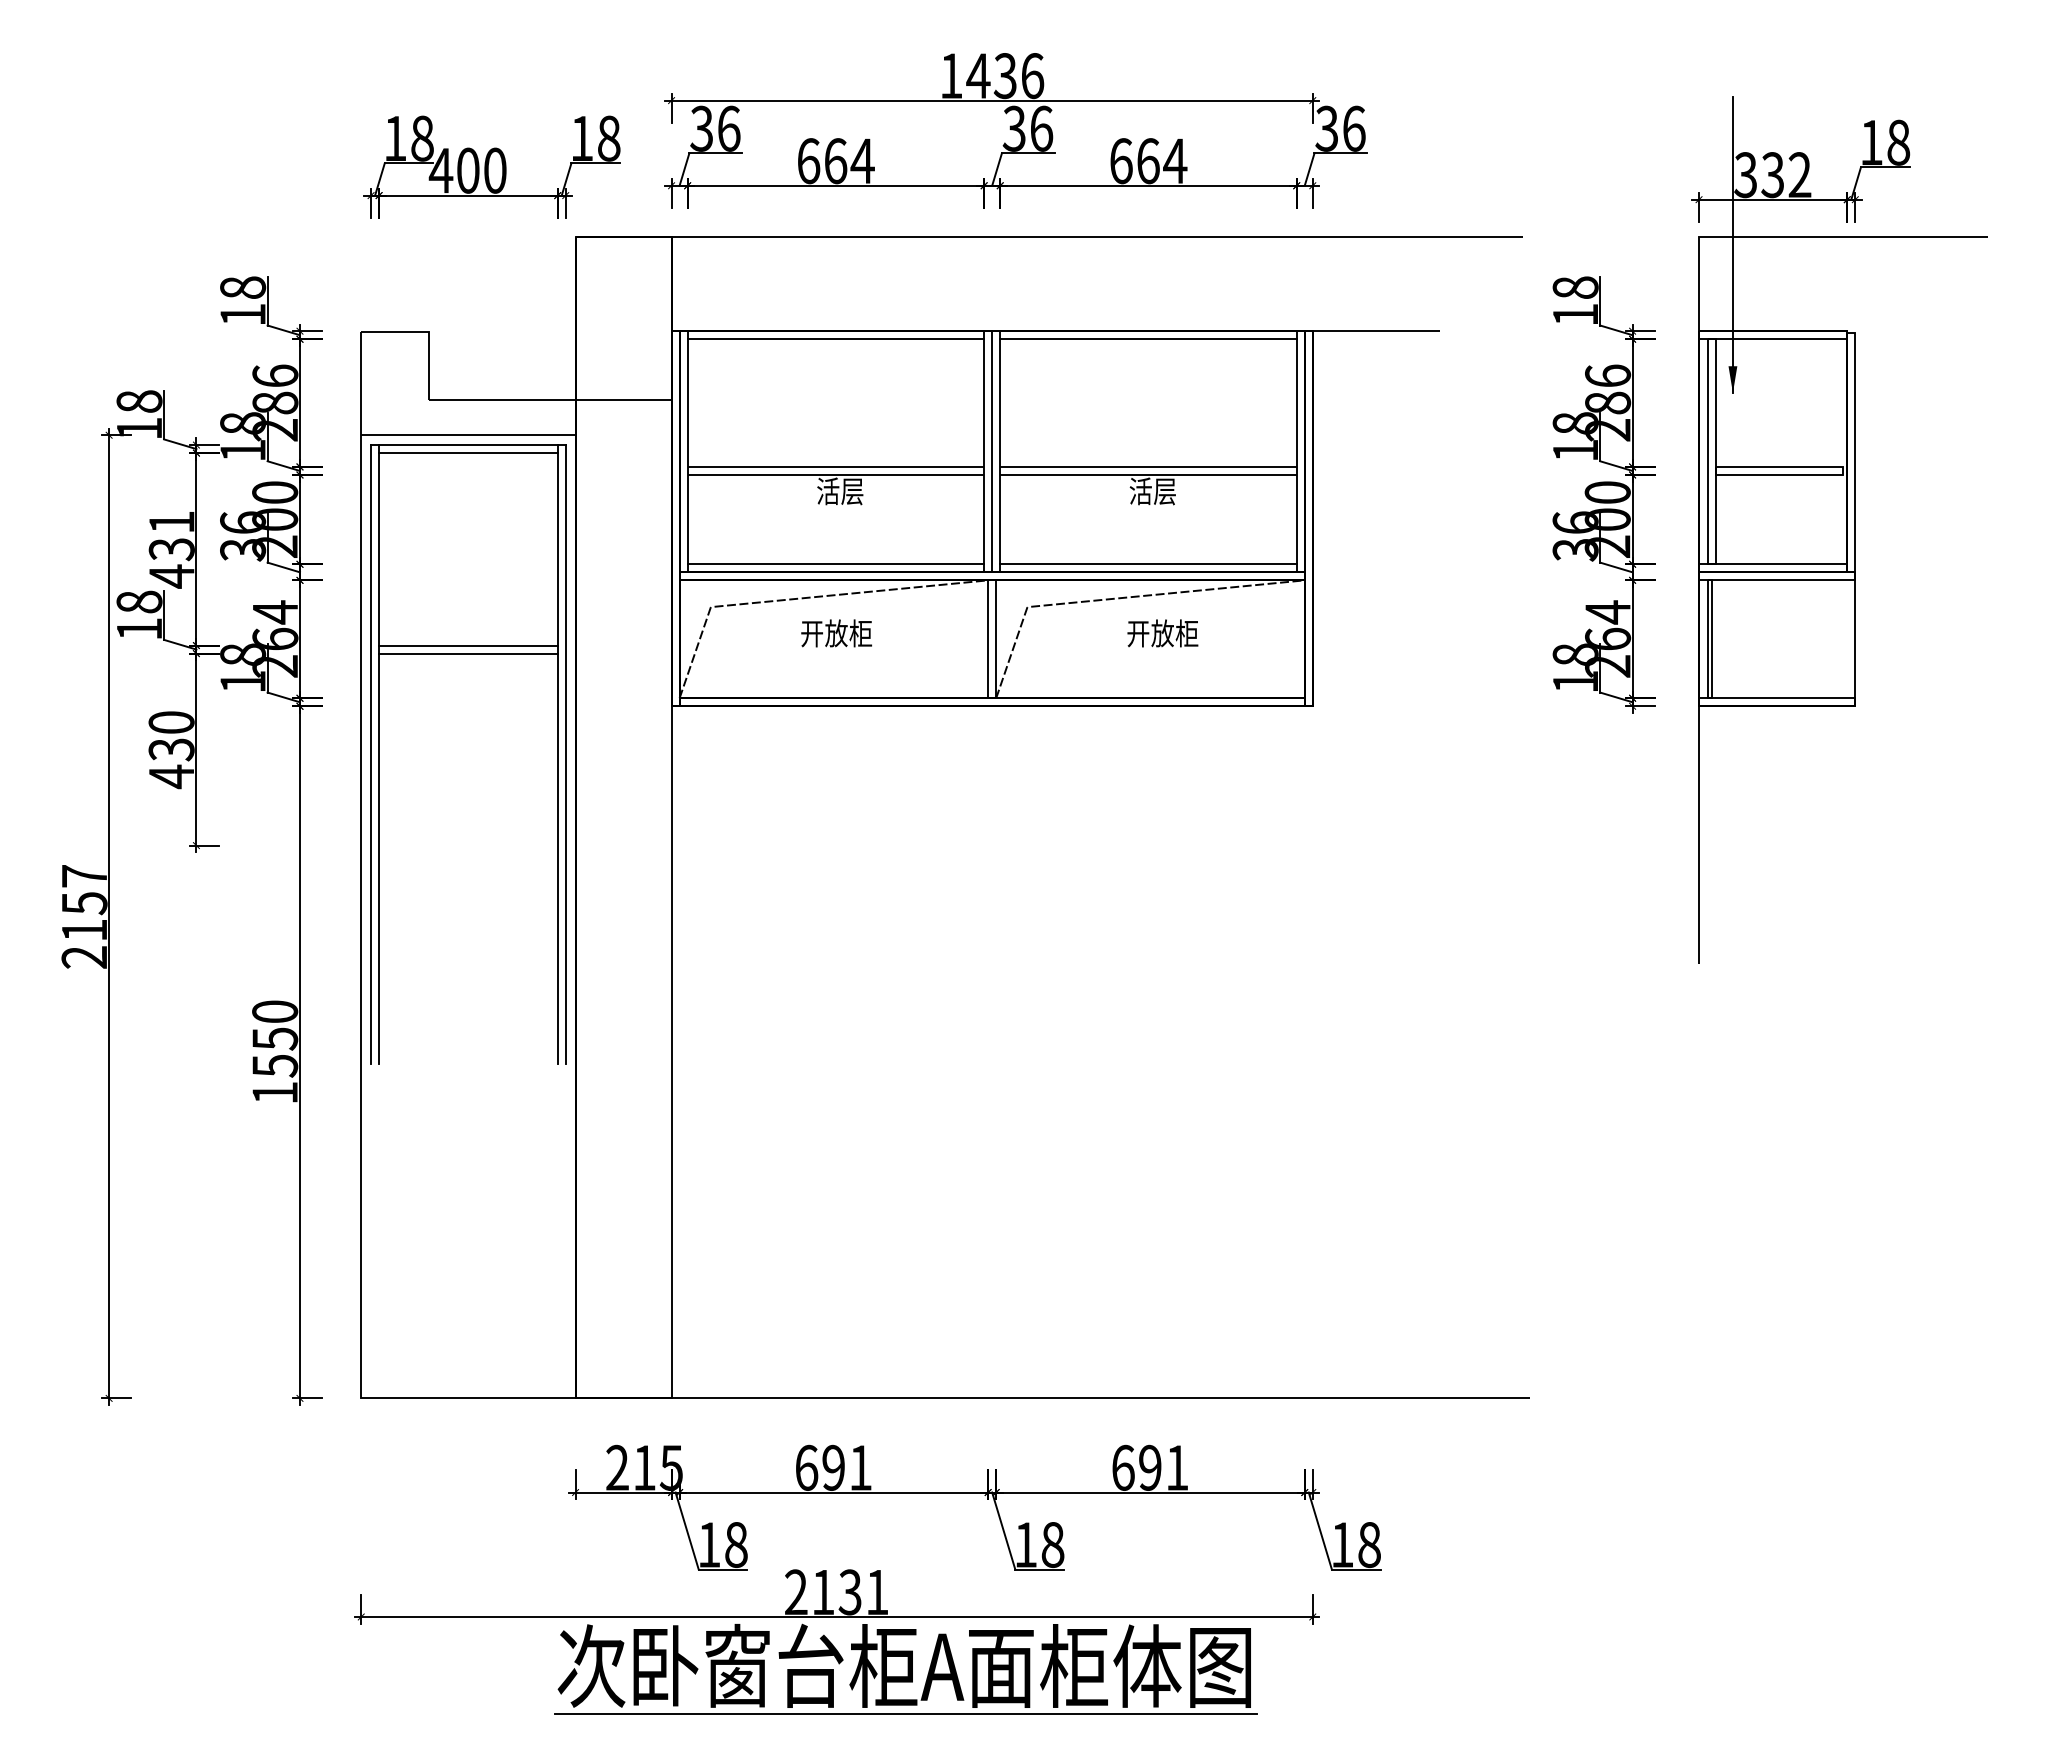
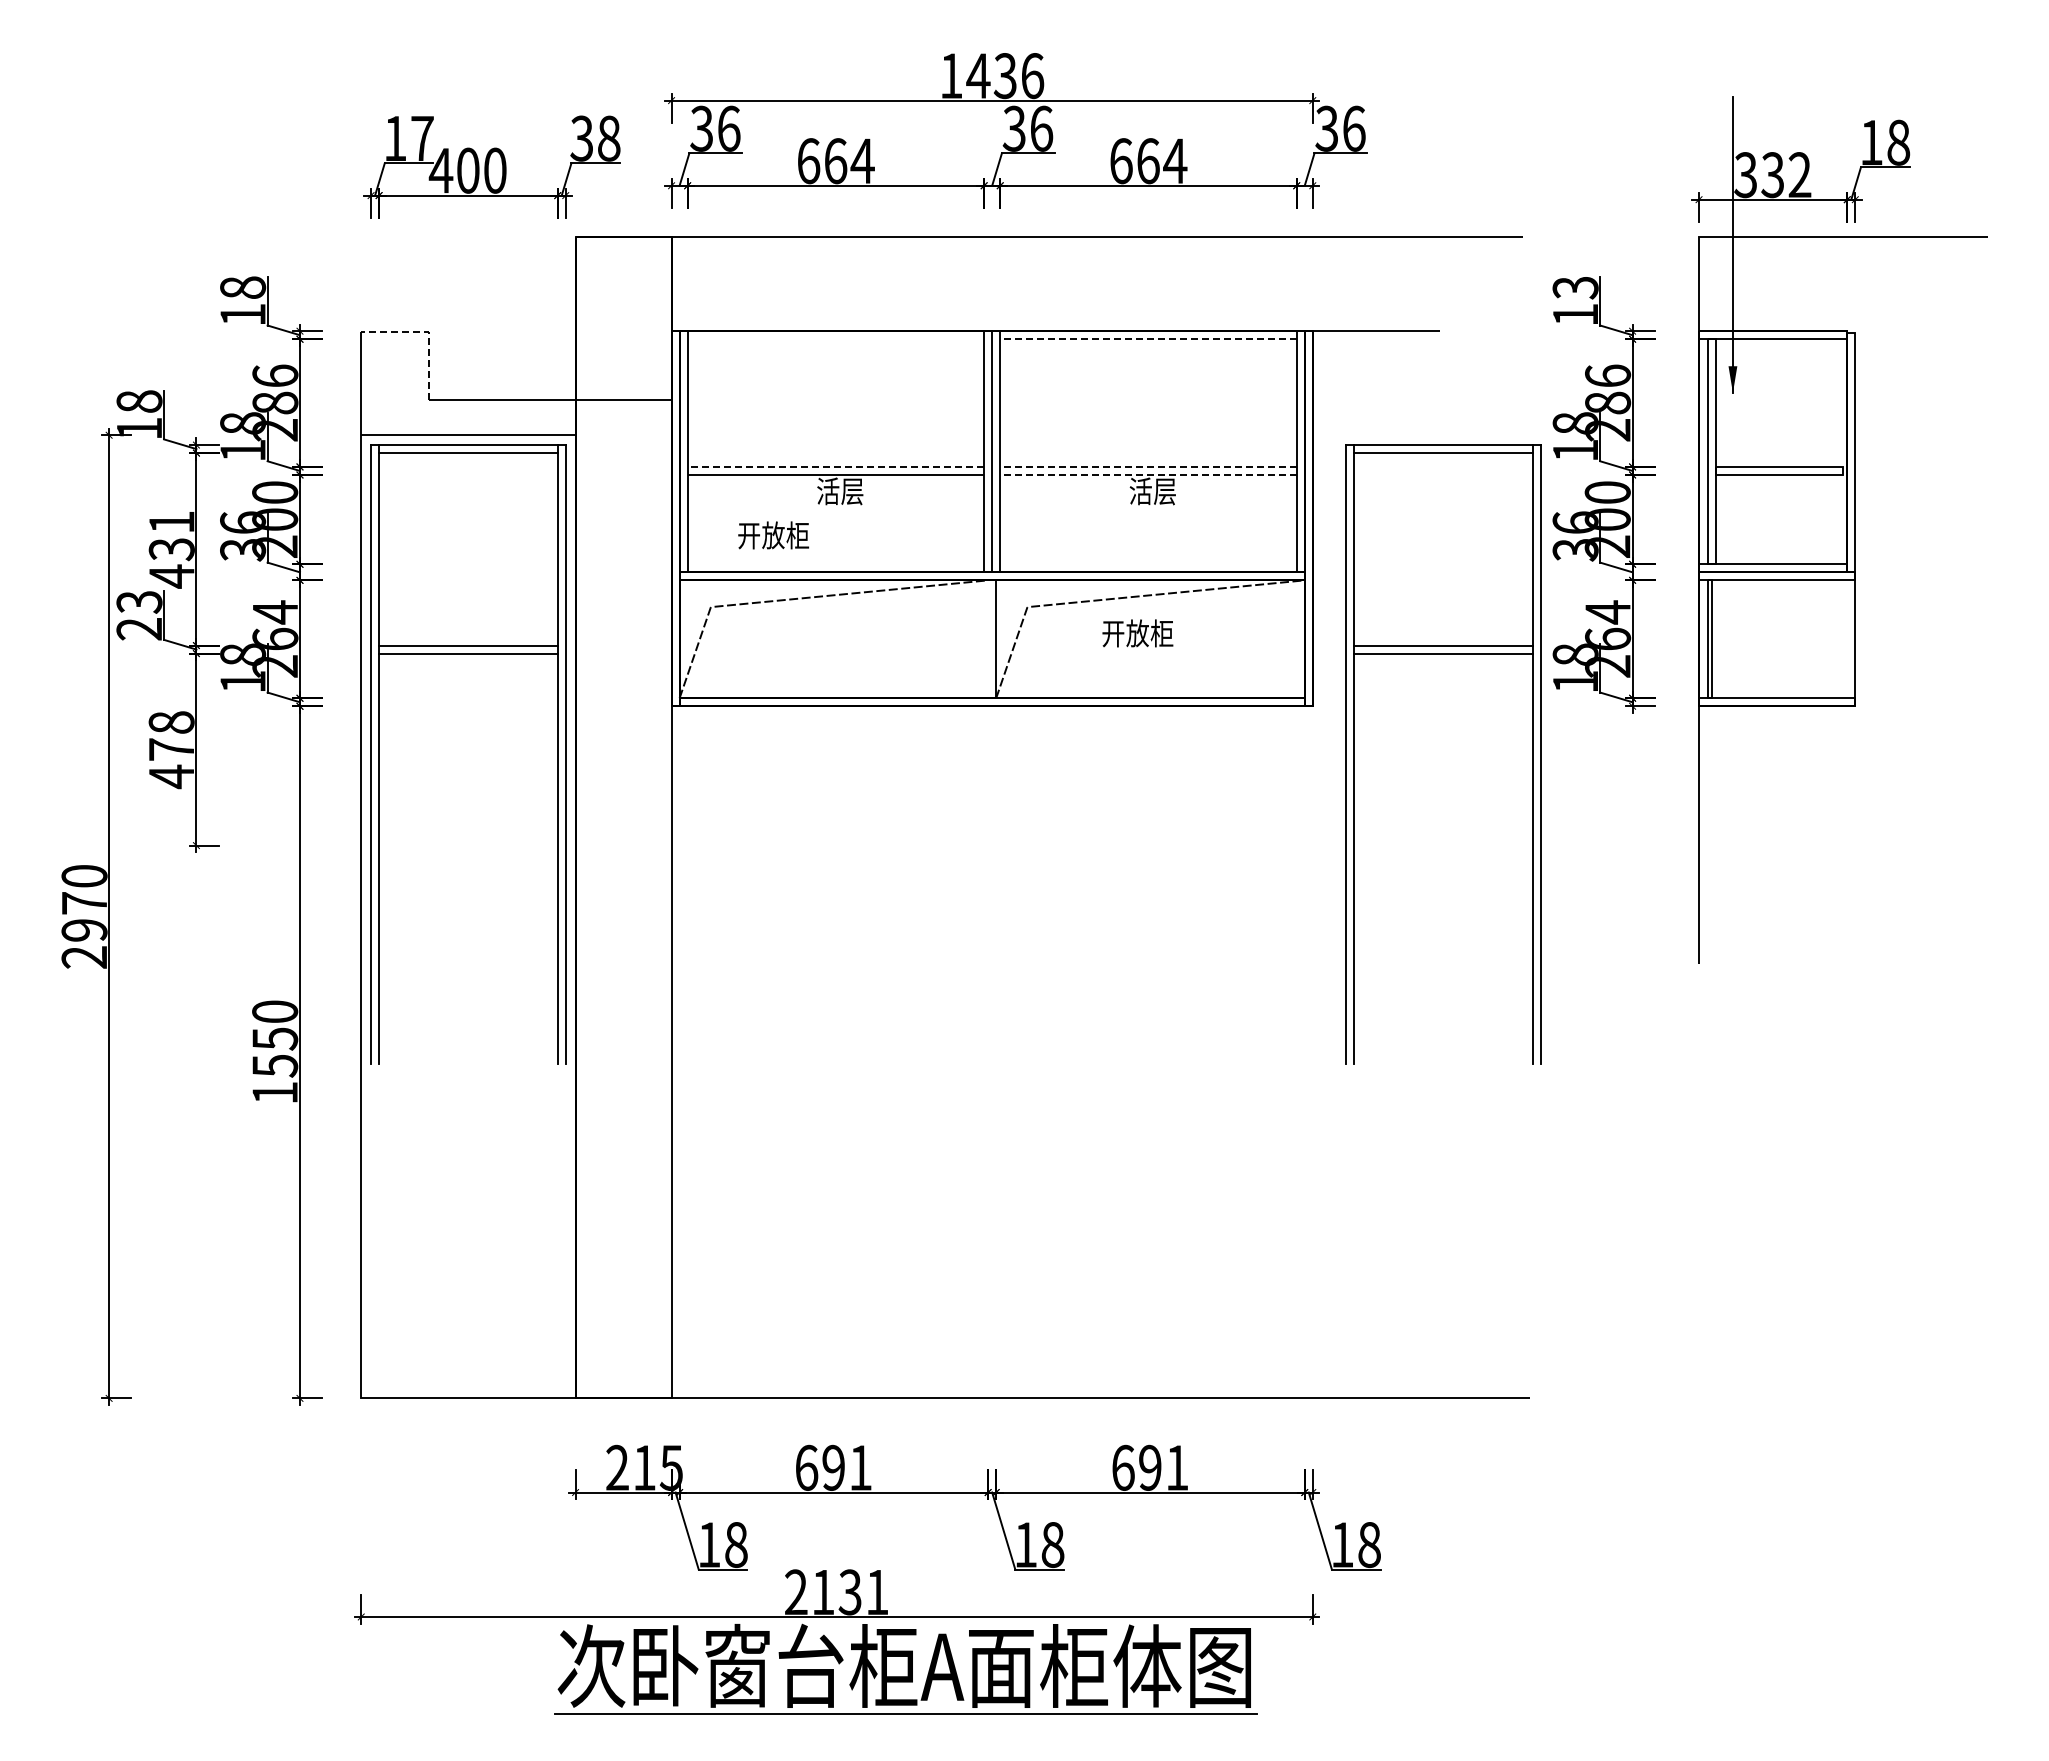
text at (422, 138): 18 -> 17
text at (581, 138): 18 -> 38
text at (1575, 287): 18 -> 13
line at (429, 331): solid -> dashed
line at (835, 339): present -> none
line at (1147, 339): solid -> dashed
line at (835, 466): solid -> dashed
line at (1147, 466): solid -> dashed
line at (1147, 474): solid -> dashed
line at (835, 564): present -> none
line at (1148, 564): present -> none
text at (139, 615): 18 -> 23
text at (836, 633) position: (836, 633) -> (773, 535)
text at (1162, 633) position: (1162, 633) -> (1137, 633)
line at (988, 639): present -> none
text at (171, 736): 430 -> 478
part at (1354, 754): none -> present
text at (84, 903): 2157 -> 2970
